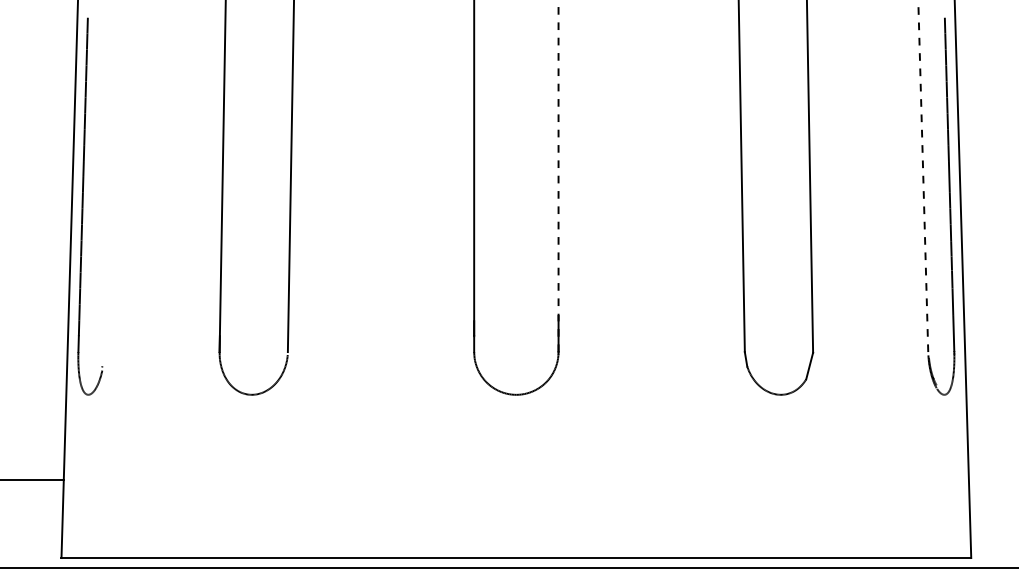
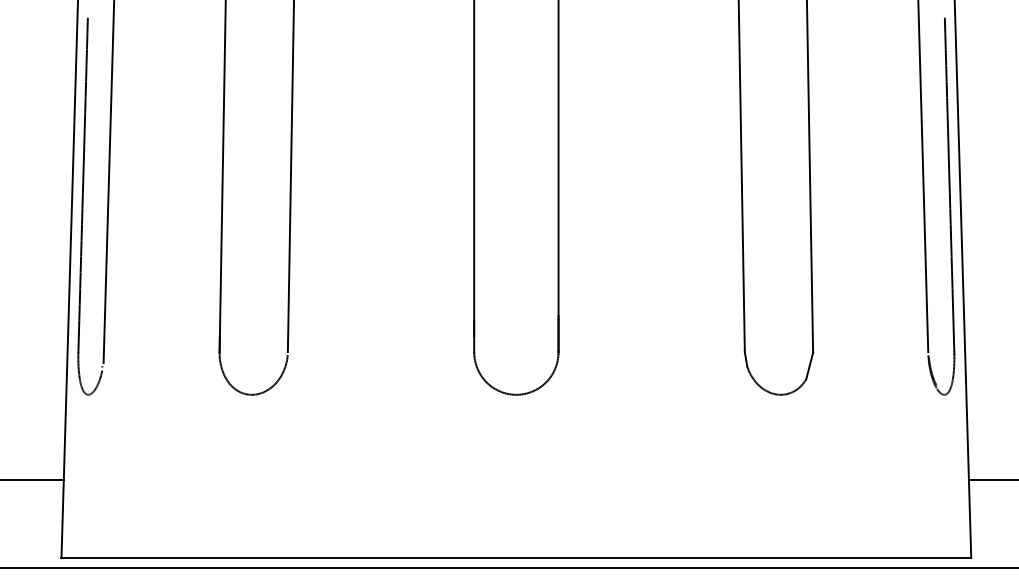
line at (558, 176): dashed -> solid
line at (923, 176): dashed -> solid
line at (108, 182): none -> present
line at (991, 479): none -> present
